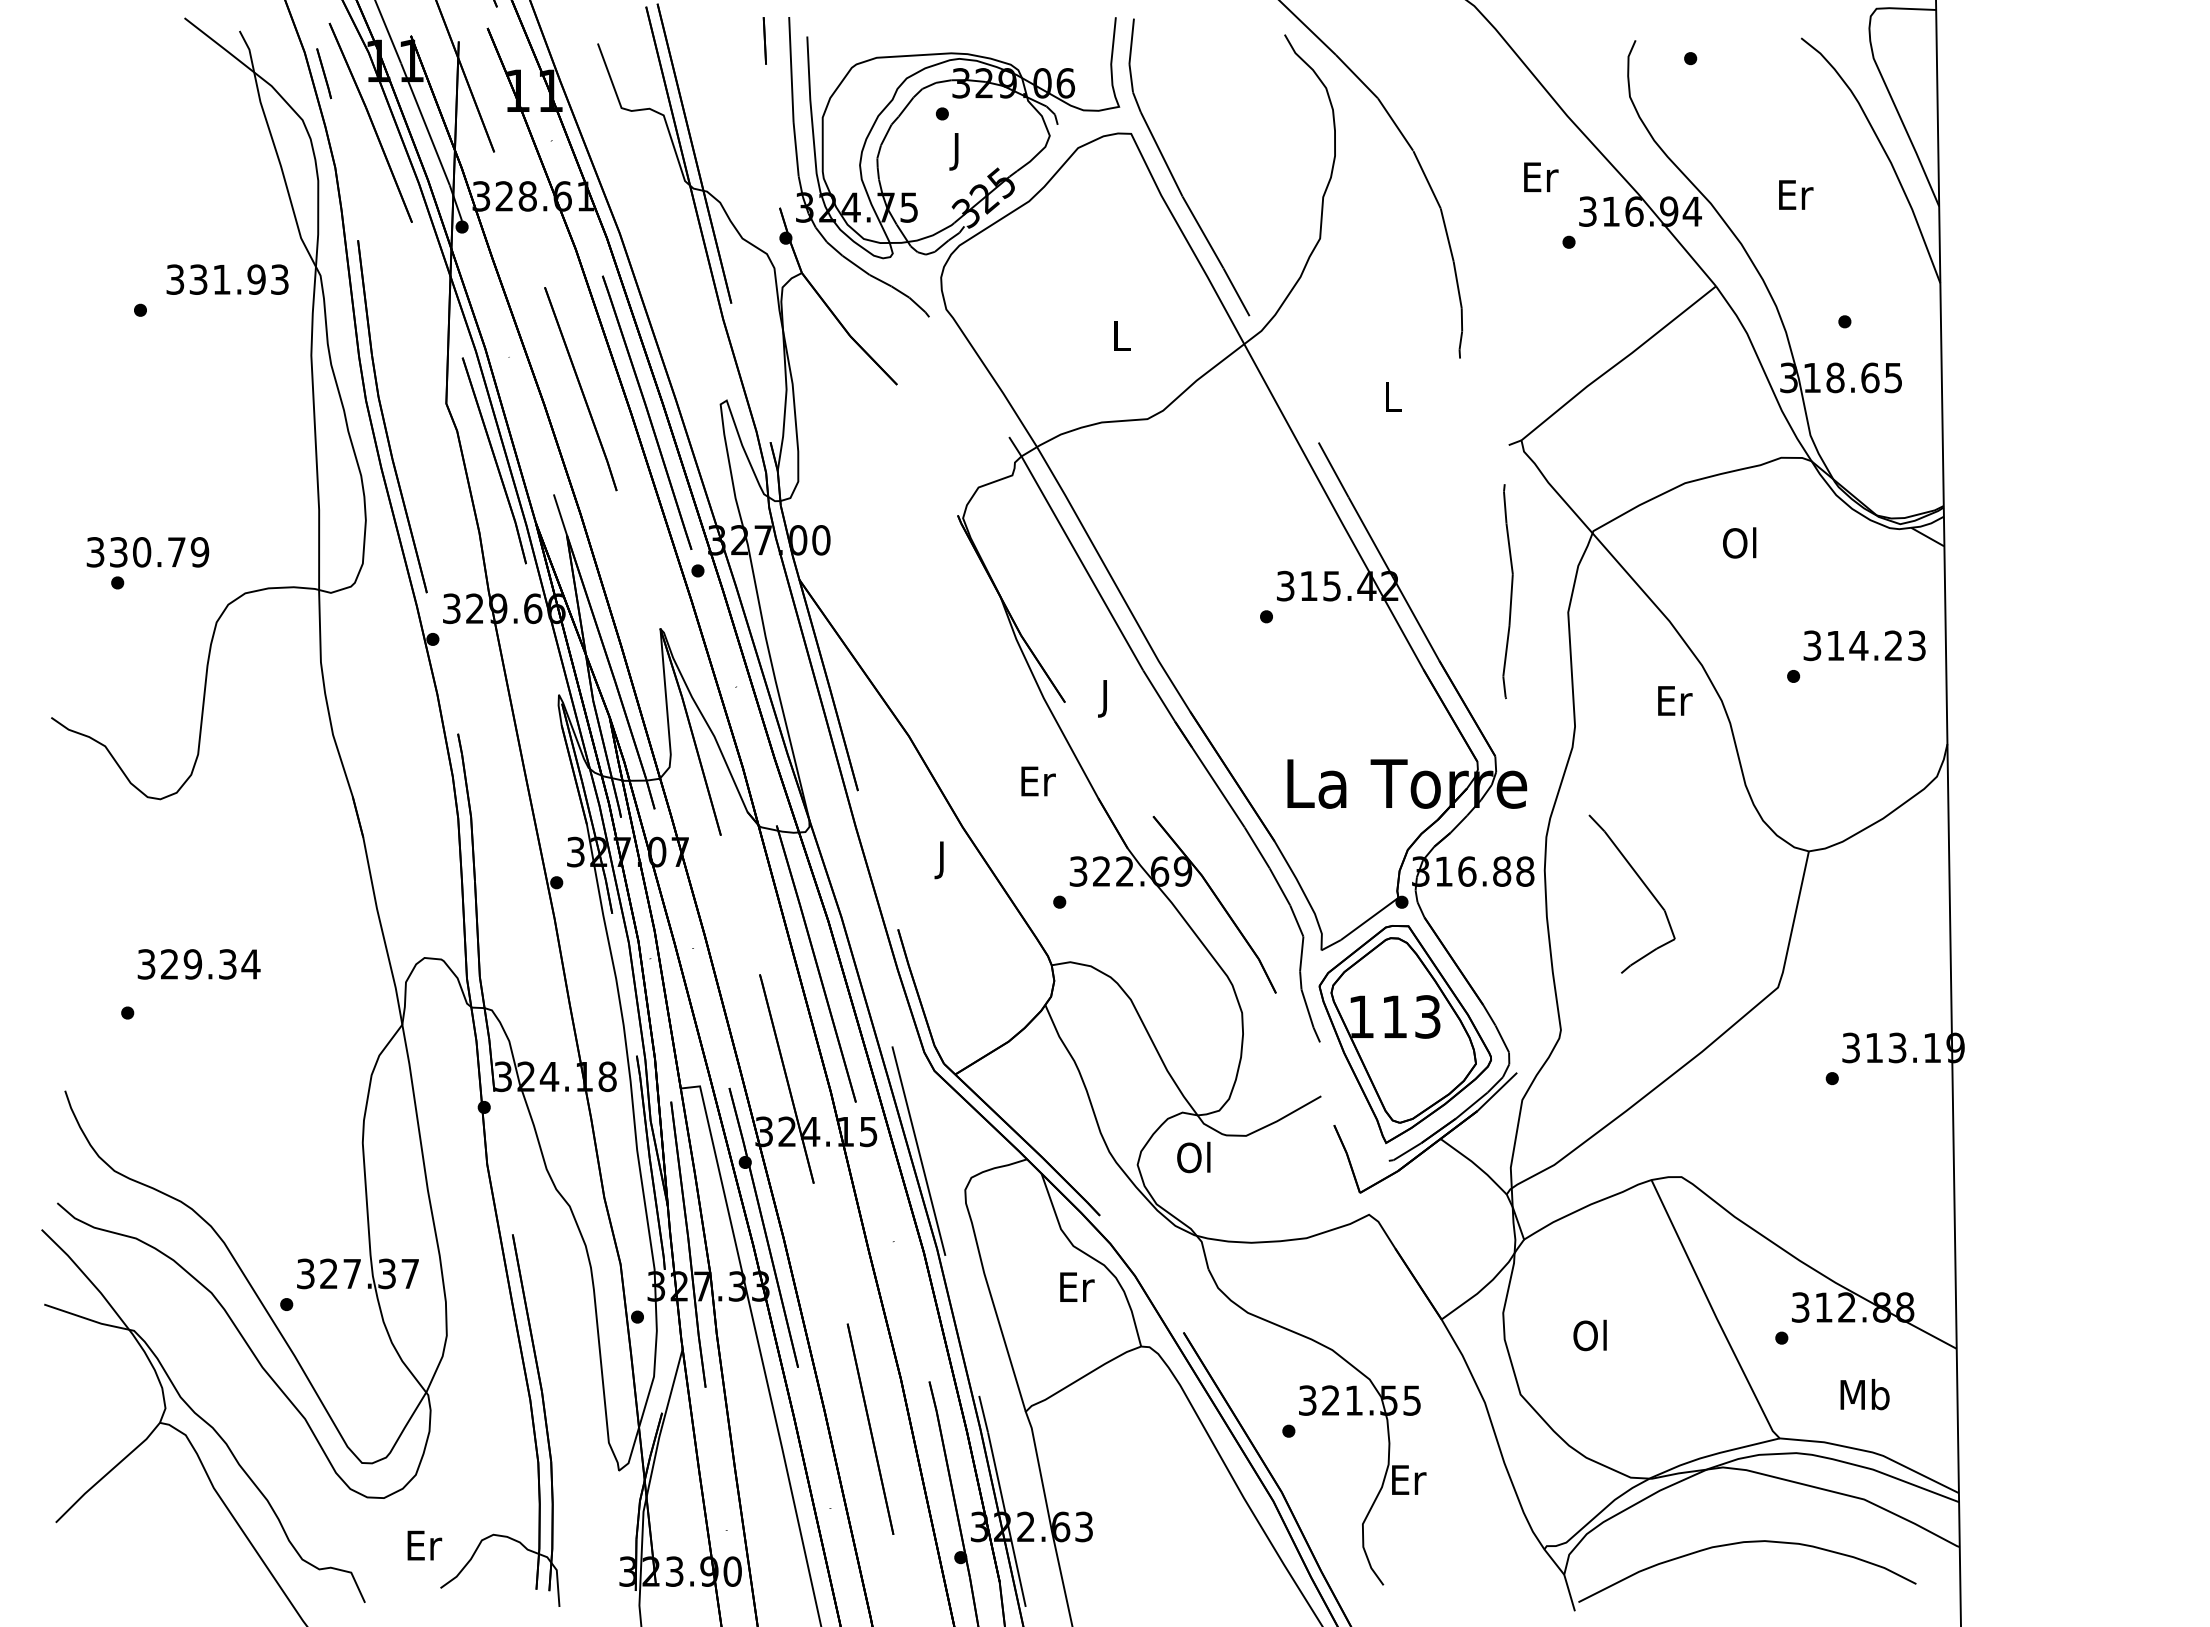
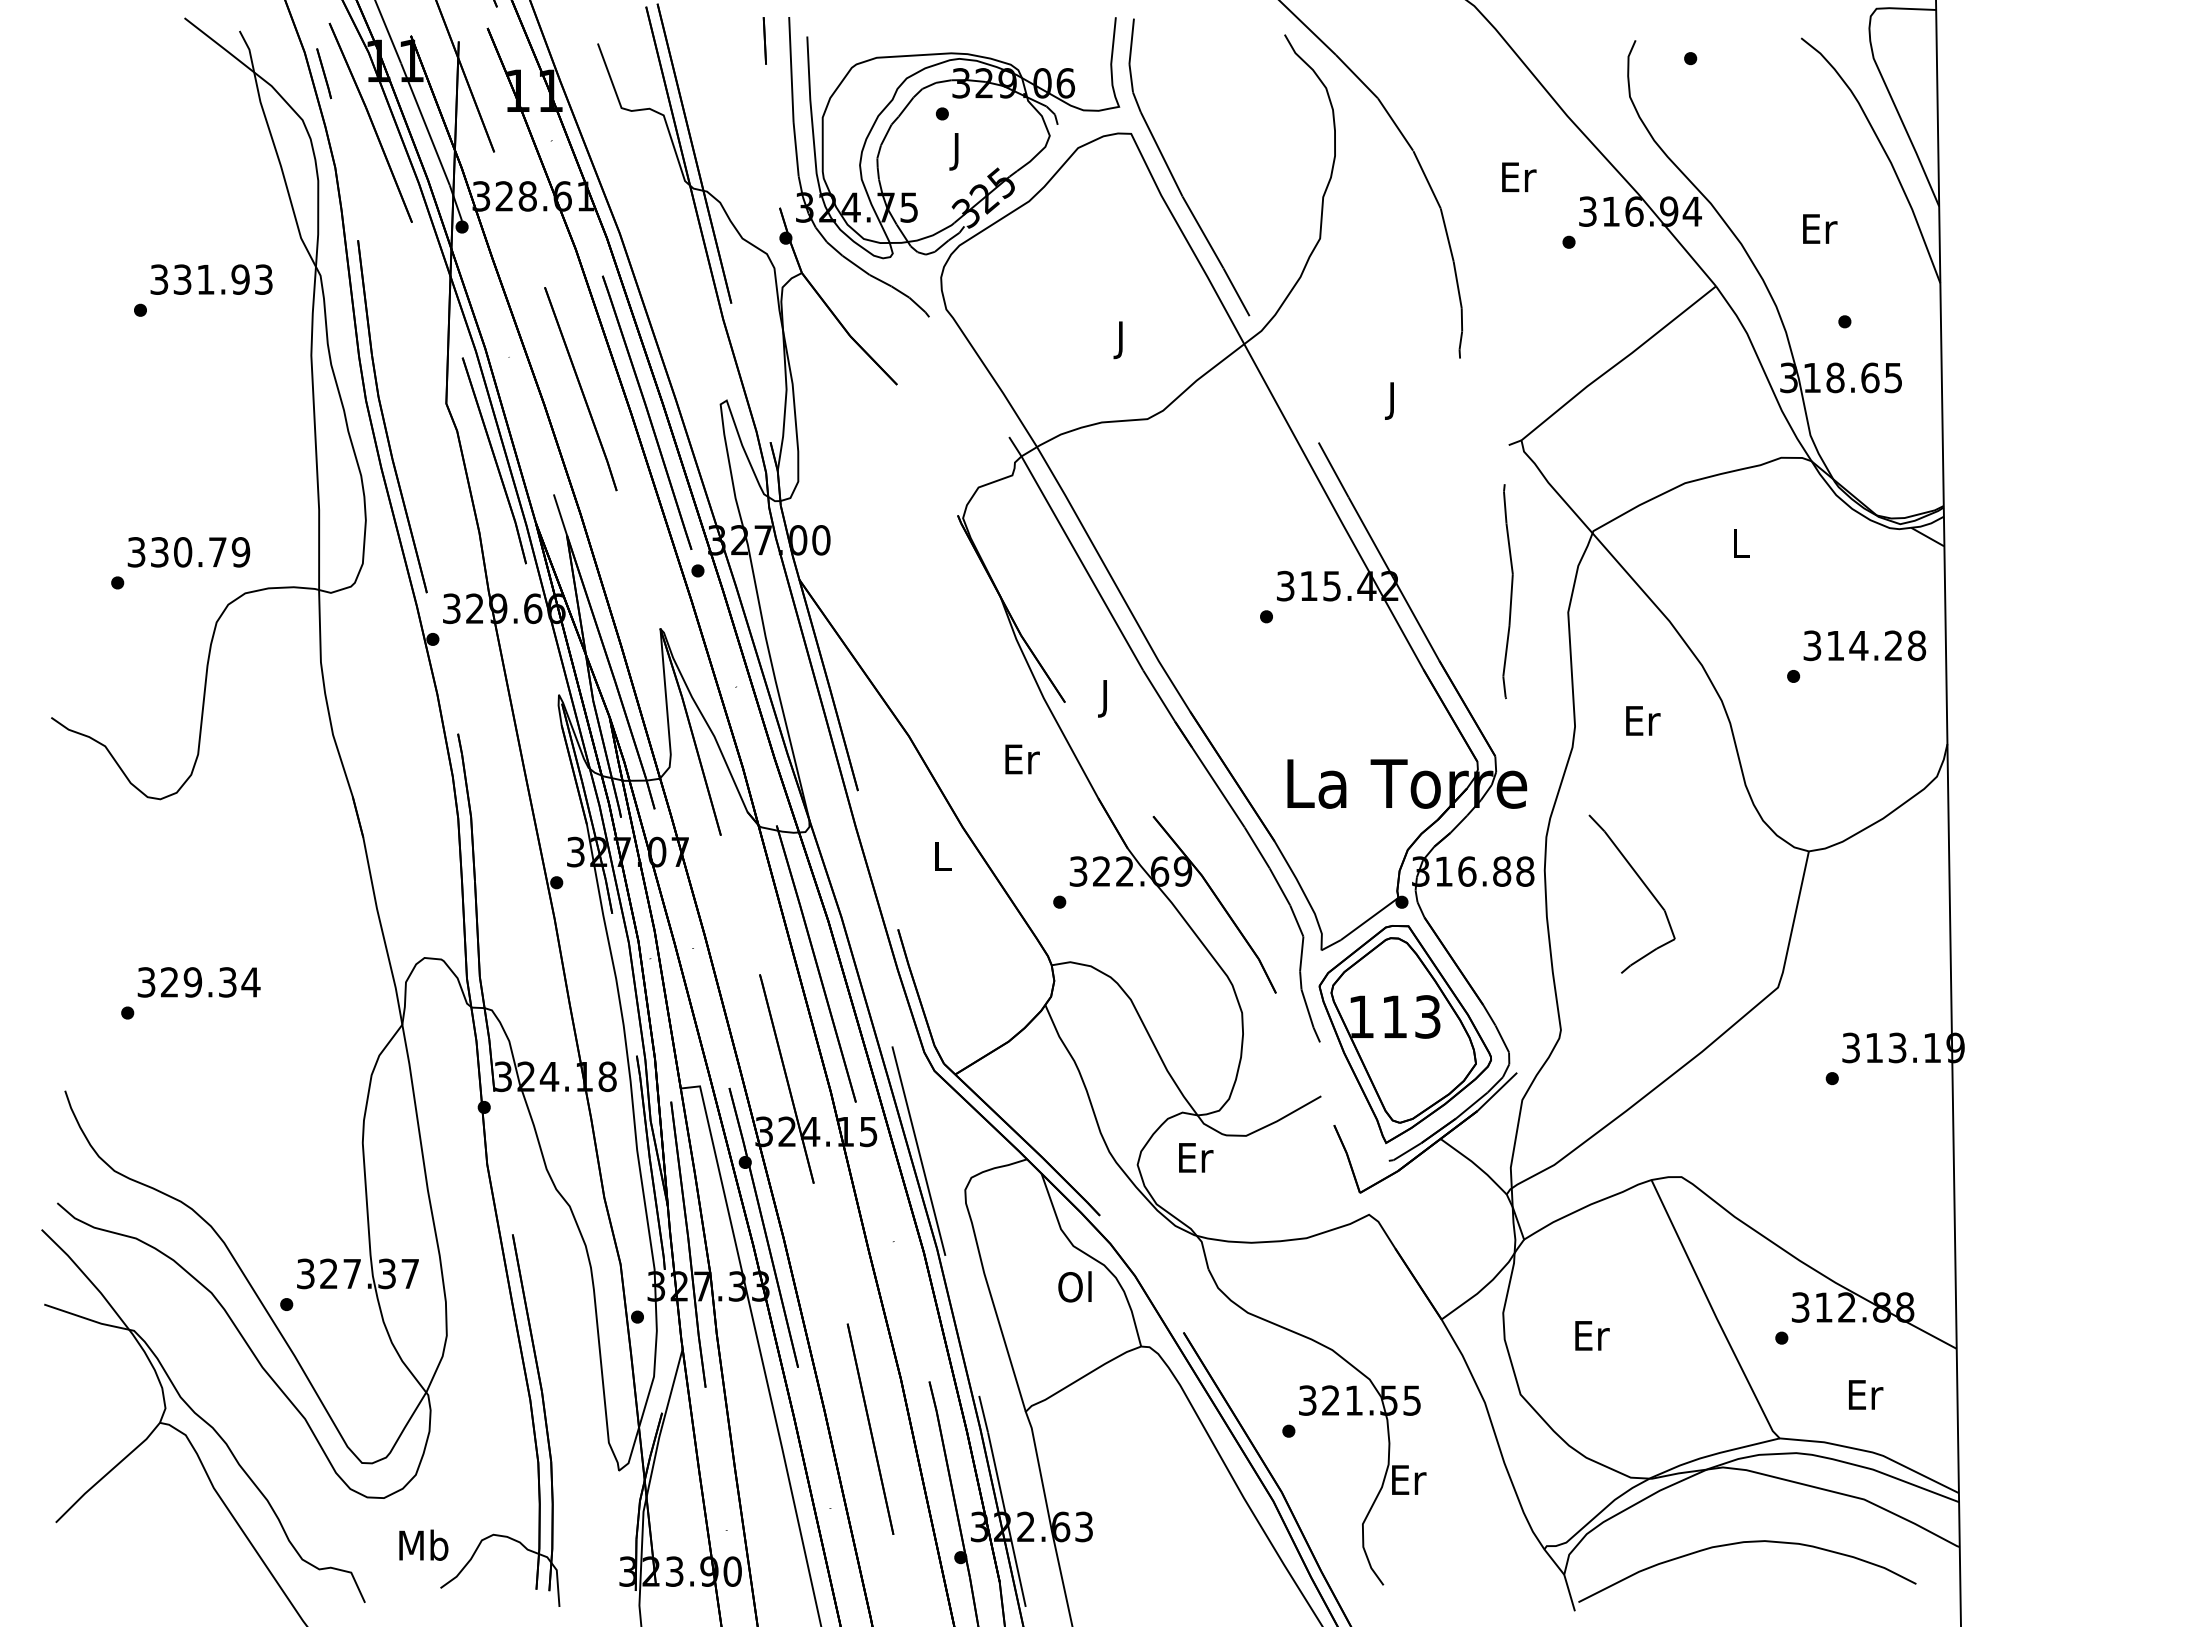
text at (1541, 176) position: (1541, 176) -> (1519, 176)
text at (1796, 194) position: (1796, 194) -> (1820, 228)
text at (227, 279) position: (227, 279) -> (211, 279)
text at (1121, 340): L -> J
text at (1393, 400): L -> J
text at (1739, 542): Ol -> L
text at (147, 552) position: (147, 552) -> (188, 552)
text at (1917, 645): 314.23 -> 314.28
text at (1675, 700) position: (1675, 700) -> (1643, 720)
text at (1038, 781) position: (1038, 781) -> (1022, 759)
text at (942, 860): J -> L
text at (198, 964) position: (198, 964) -> (198, 982)
text at (1195, 1157): Ol -> Er
text at (1076, 1286): Er -> Ol
text at (1591, 1335): Ol -> Er
text at (1864, 1394): Mb -> Er
text at (423, 1544): Er -> Mb
